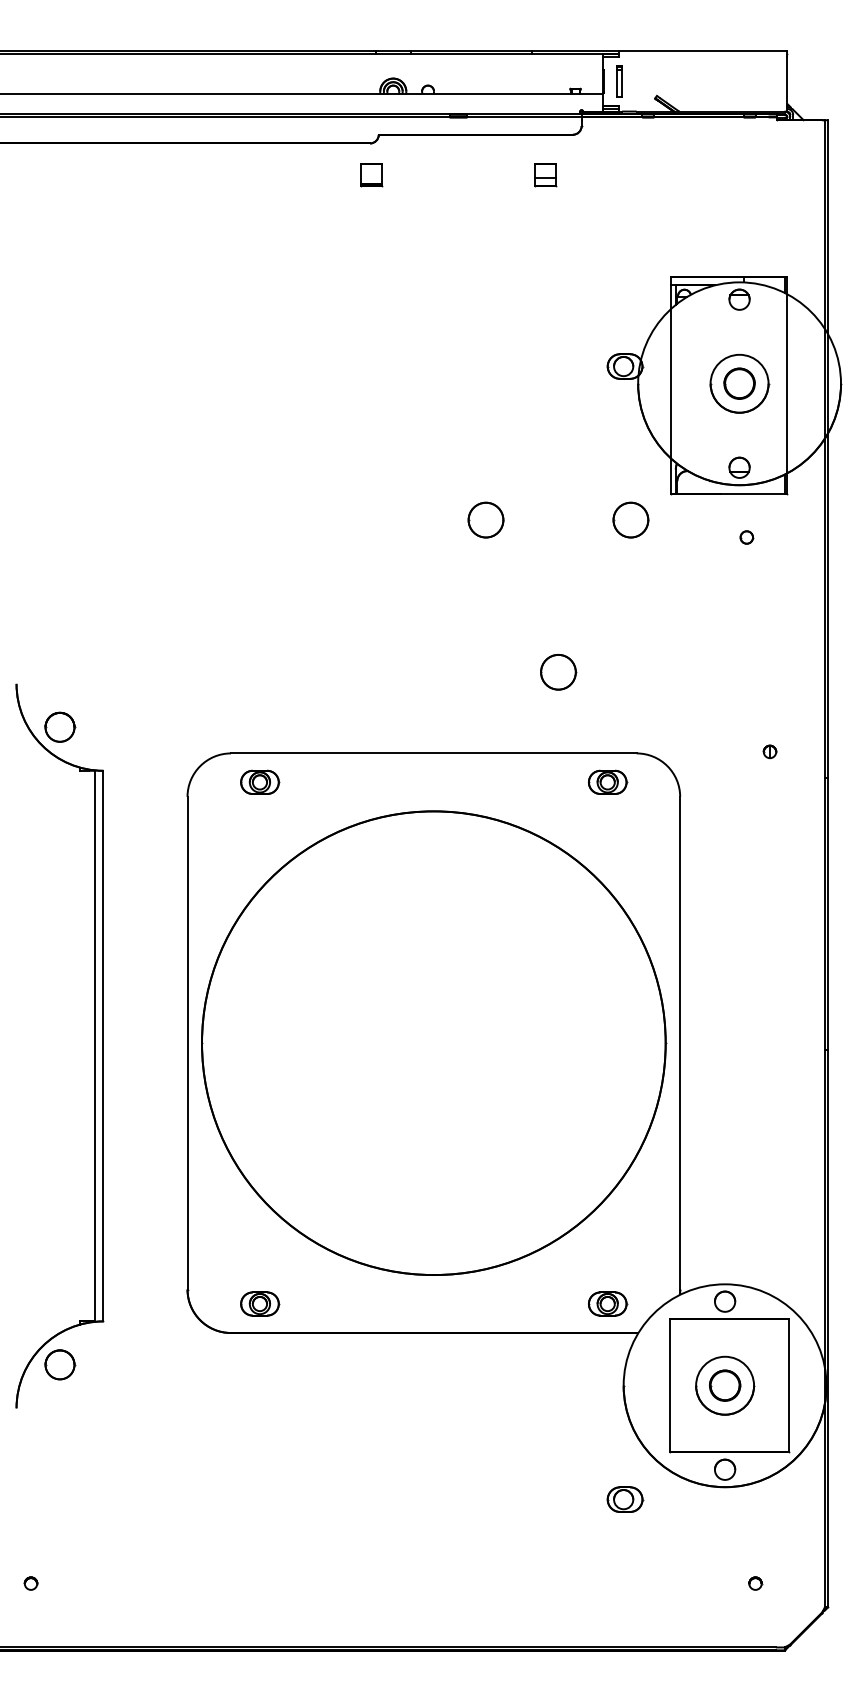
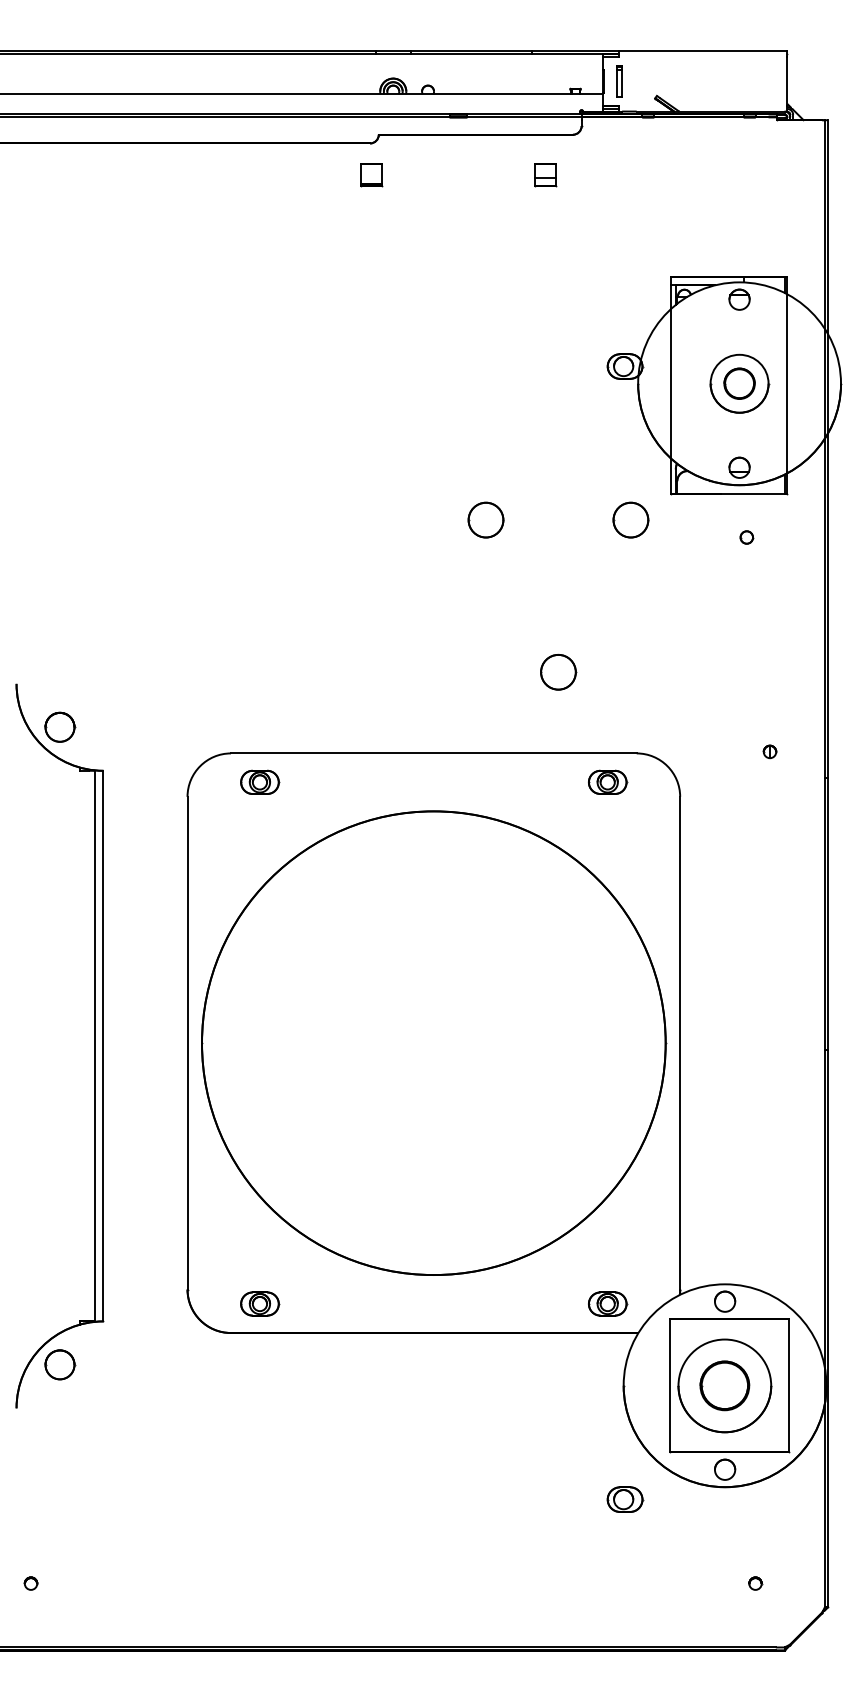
part at (725, 1385) size: 61x61 px -> 96x96 px
